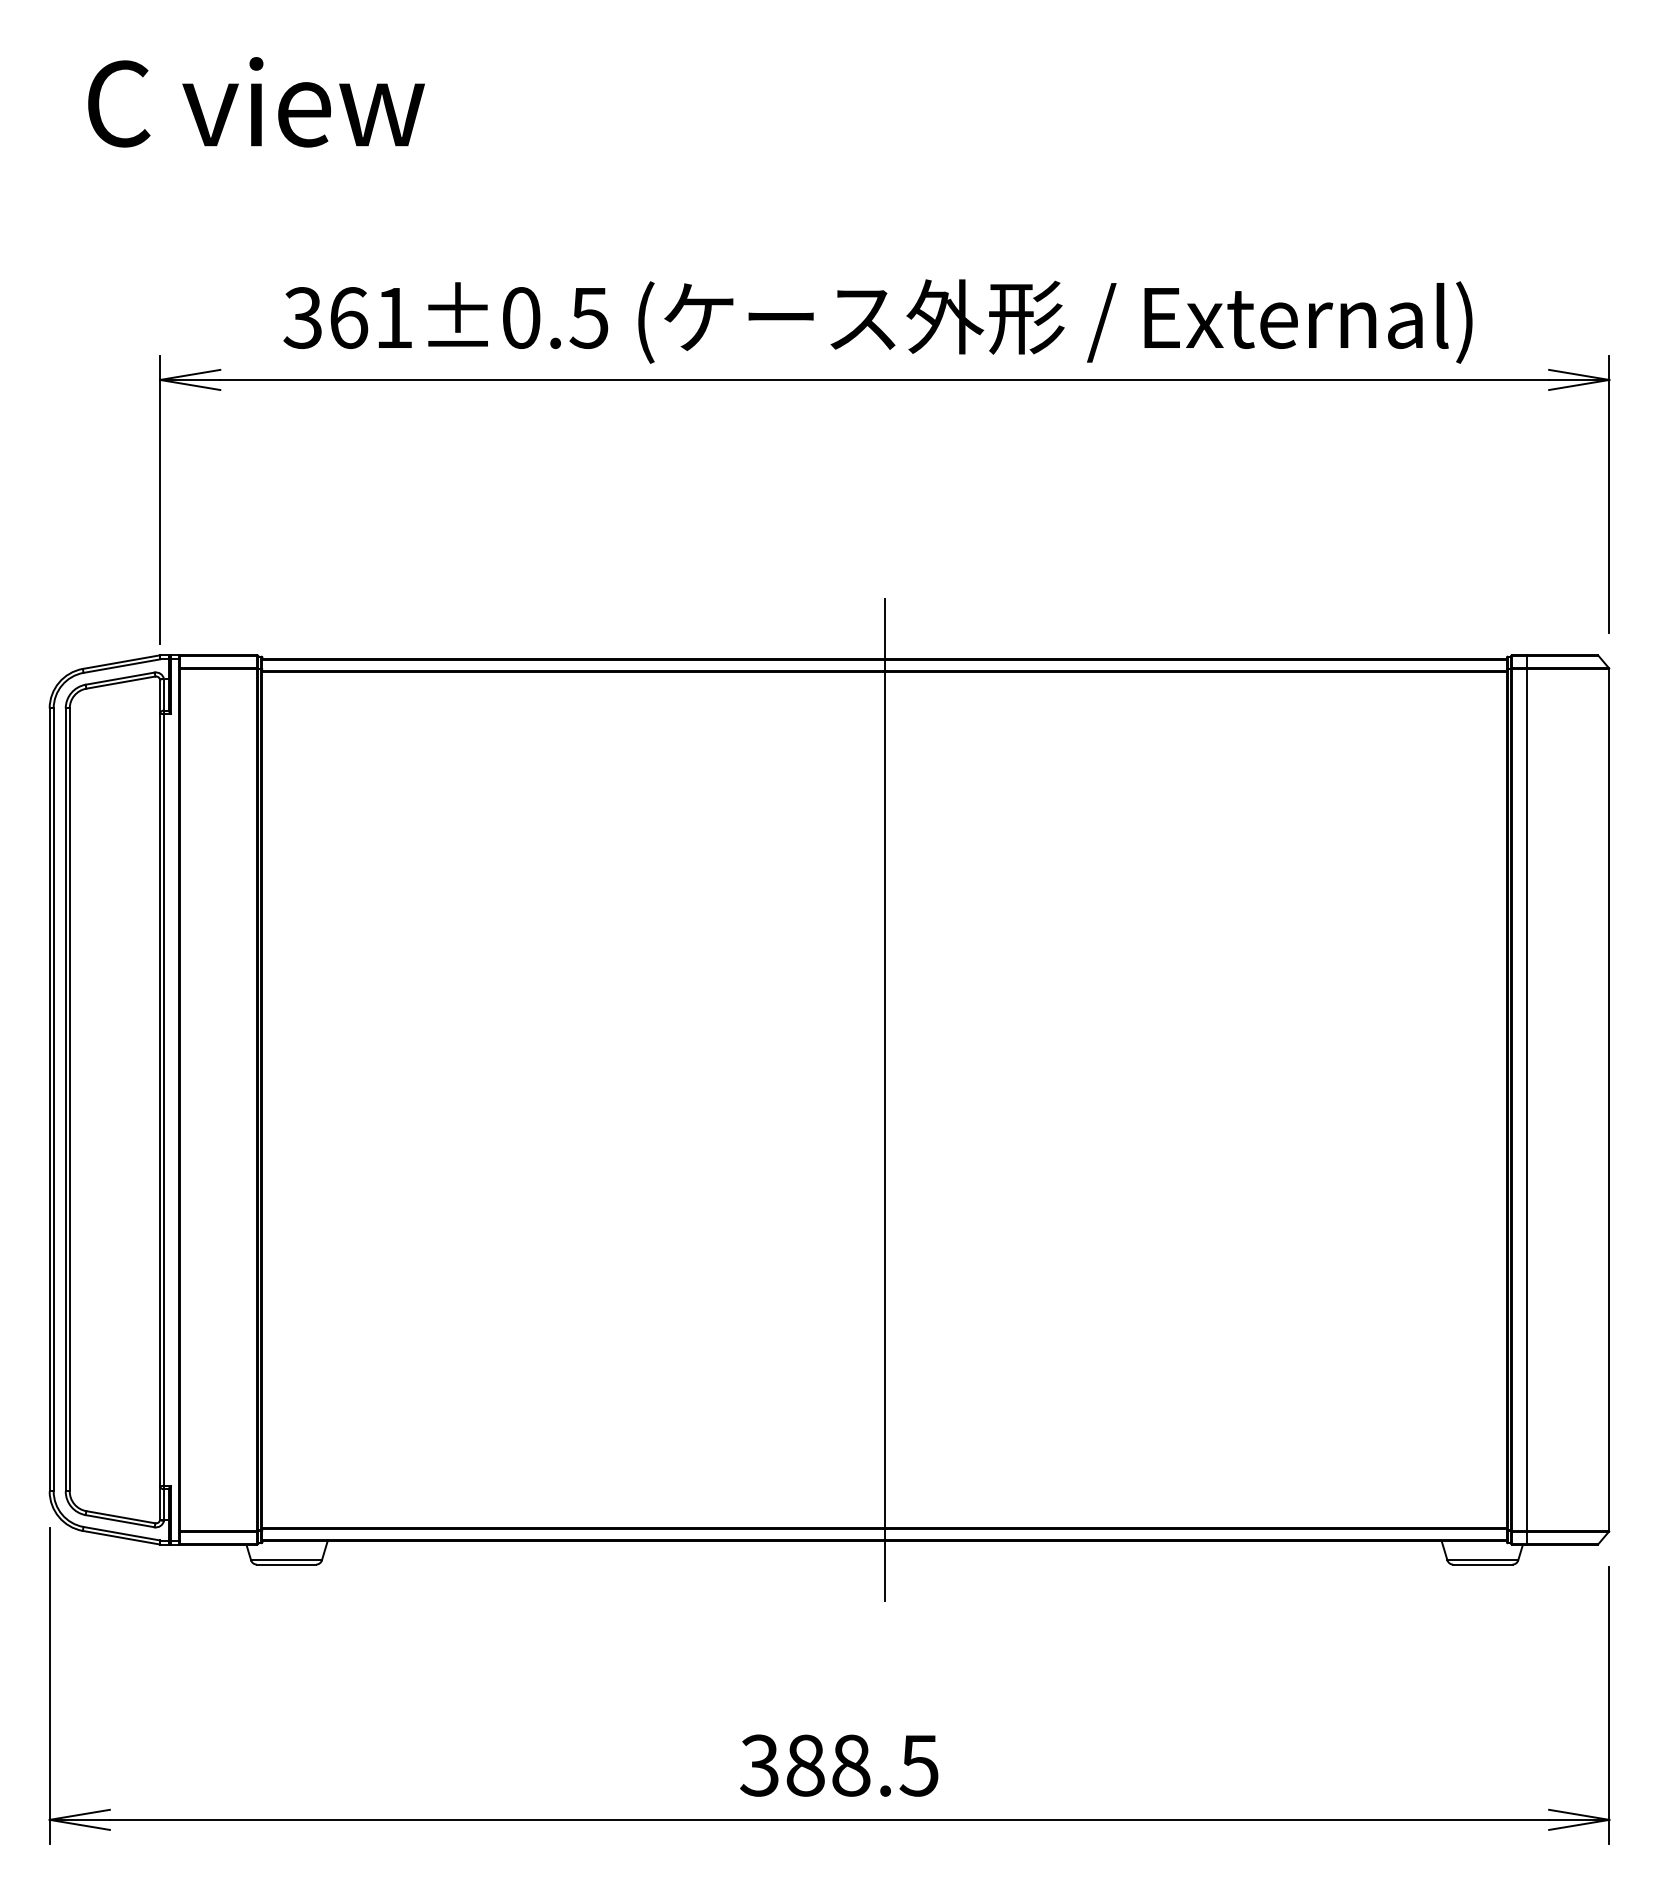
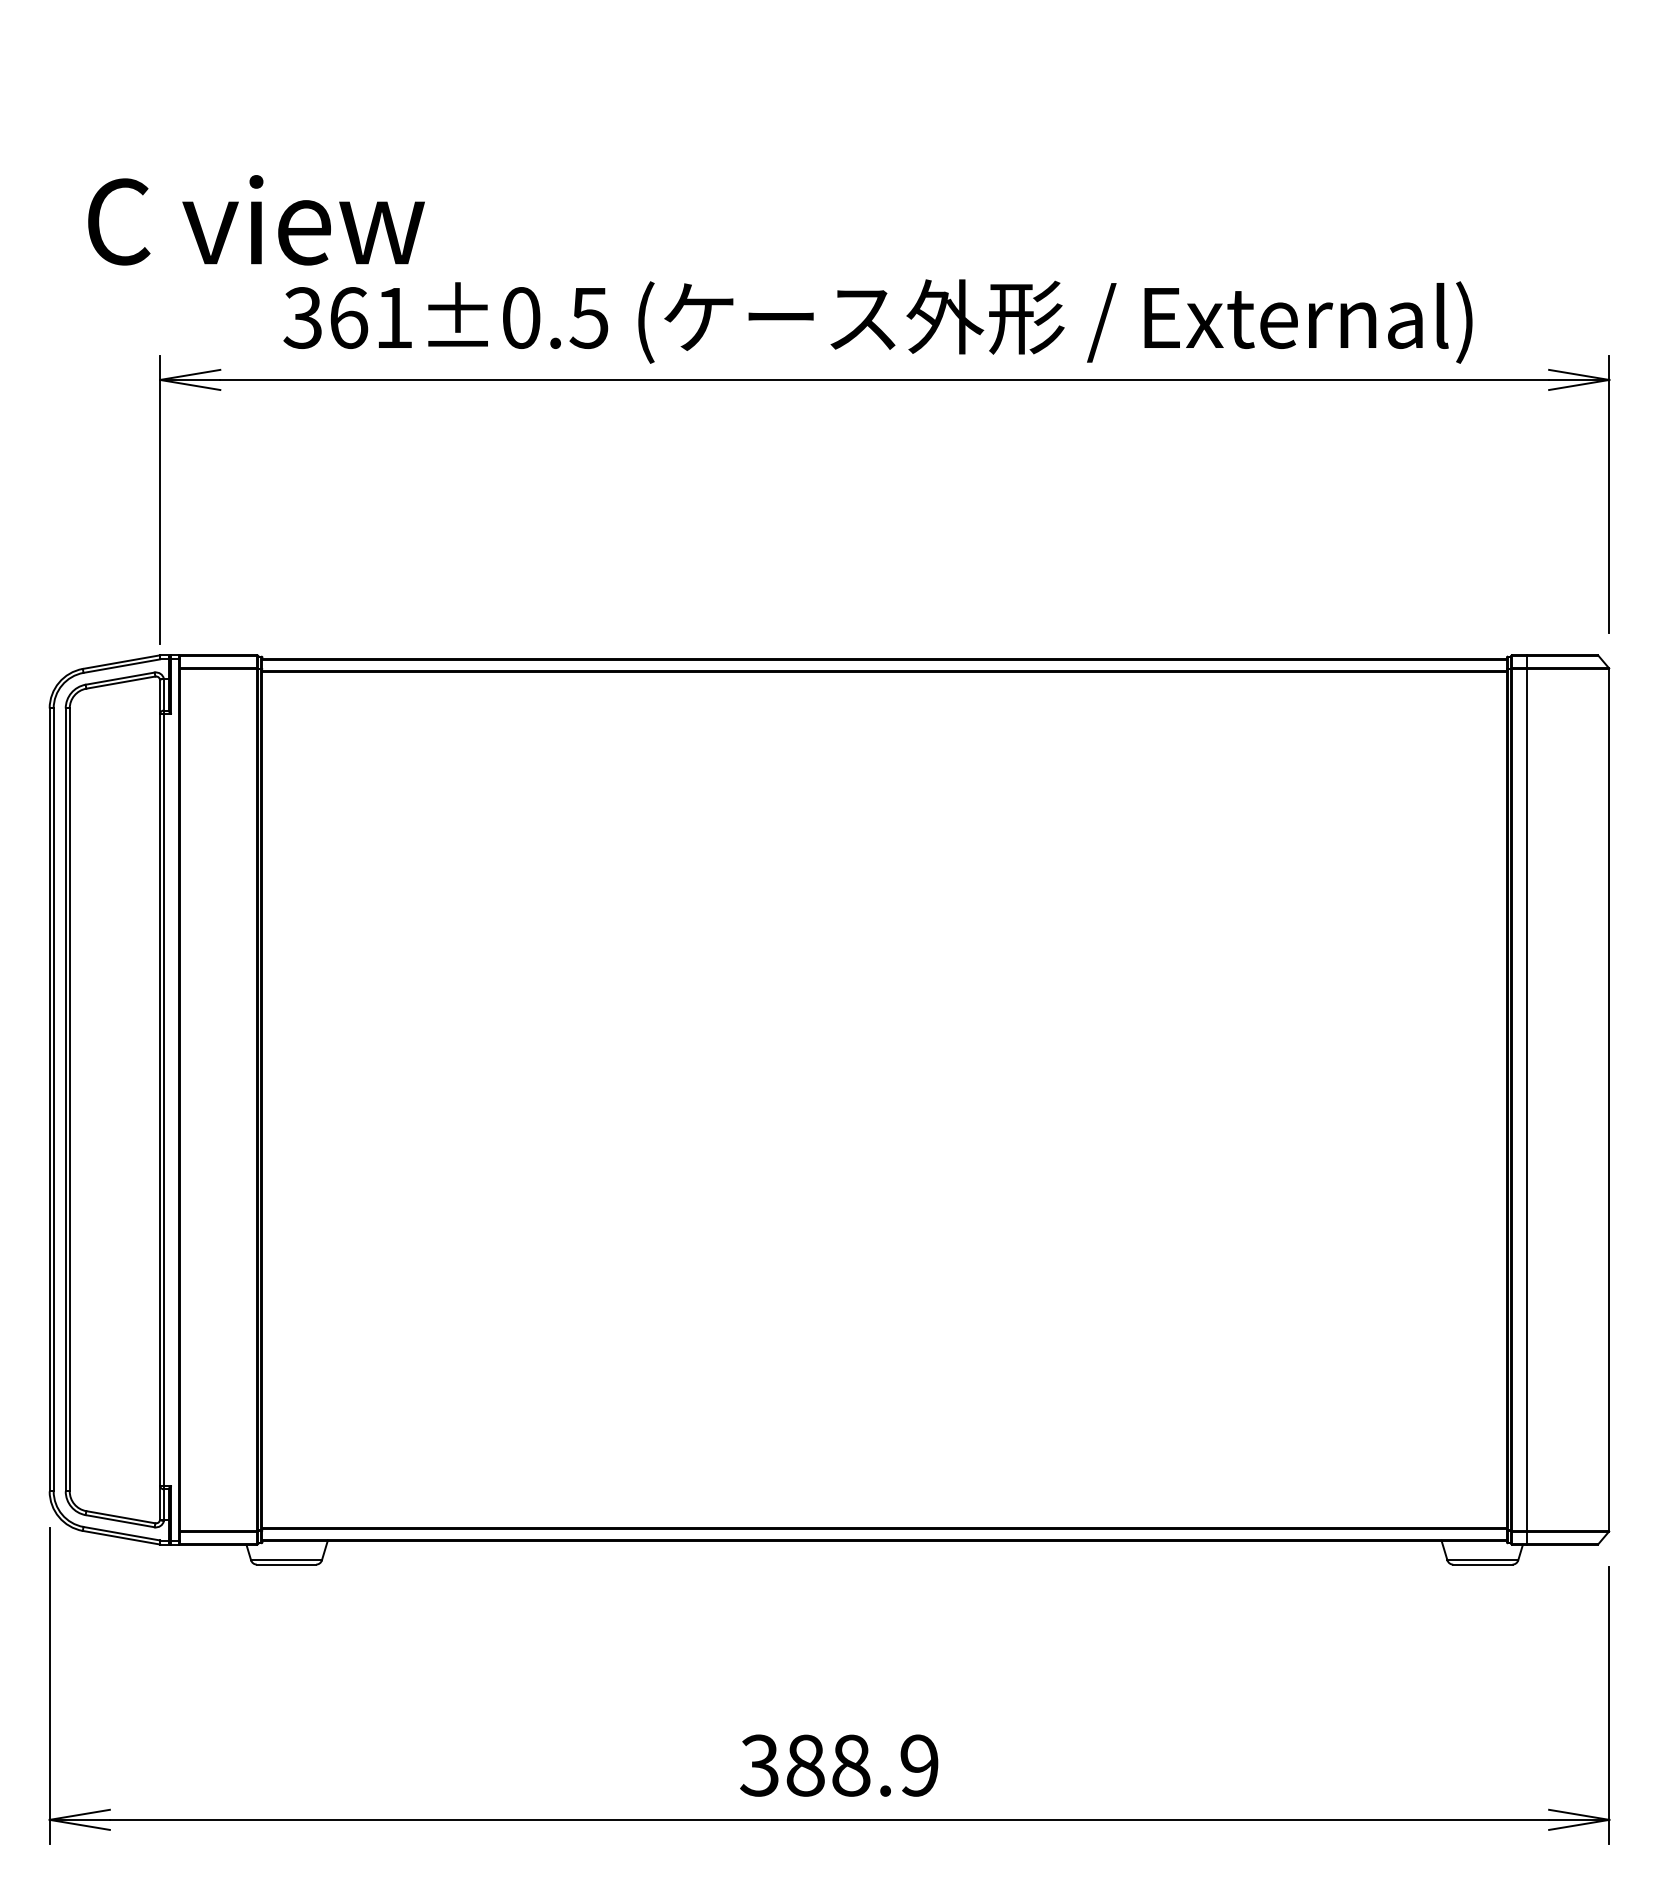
text at (256, 102) position: (256, 102) -> (256, 220)
line at (884, 1099): present -> none
text at (918, 1765): 388.5 -> 388.9
